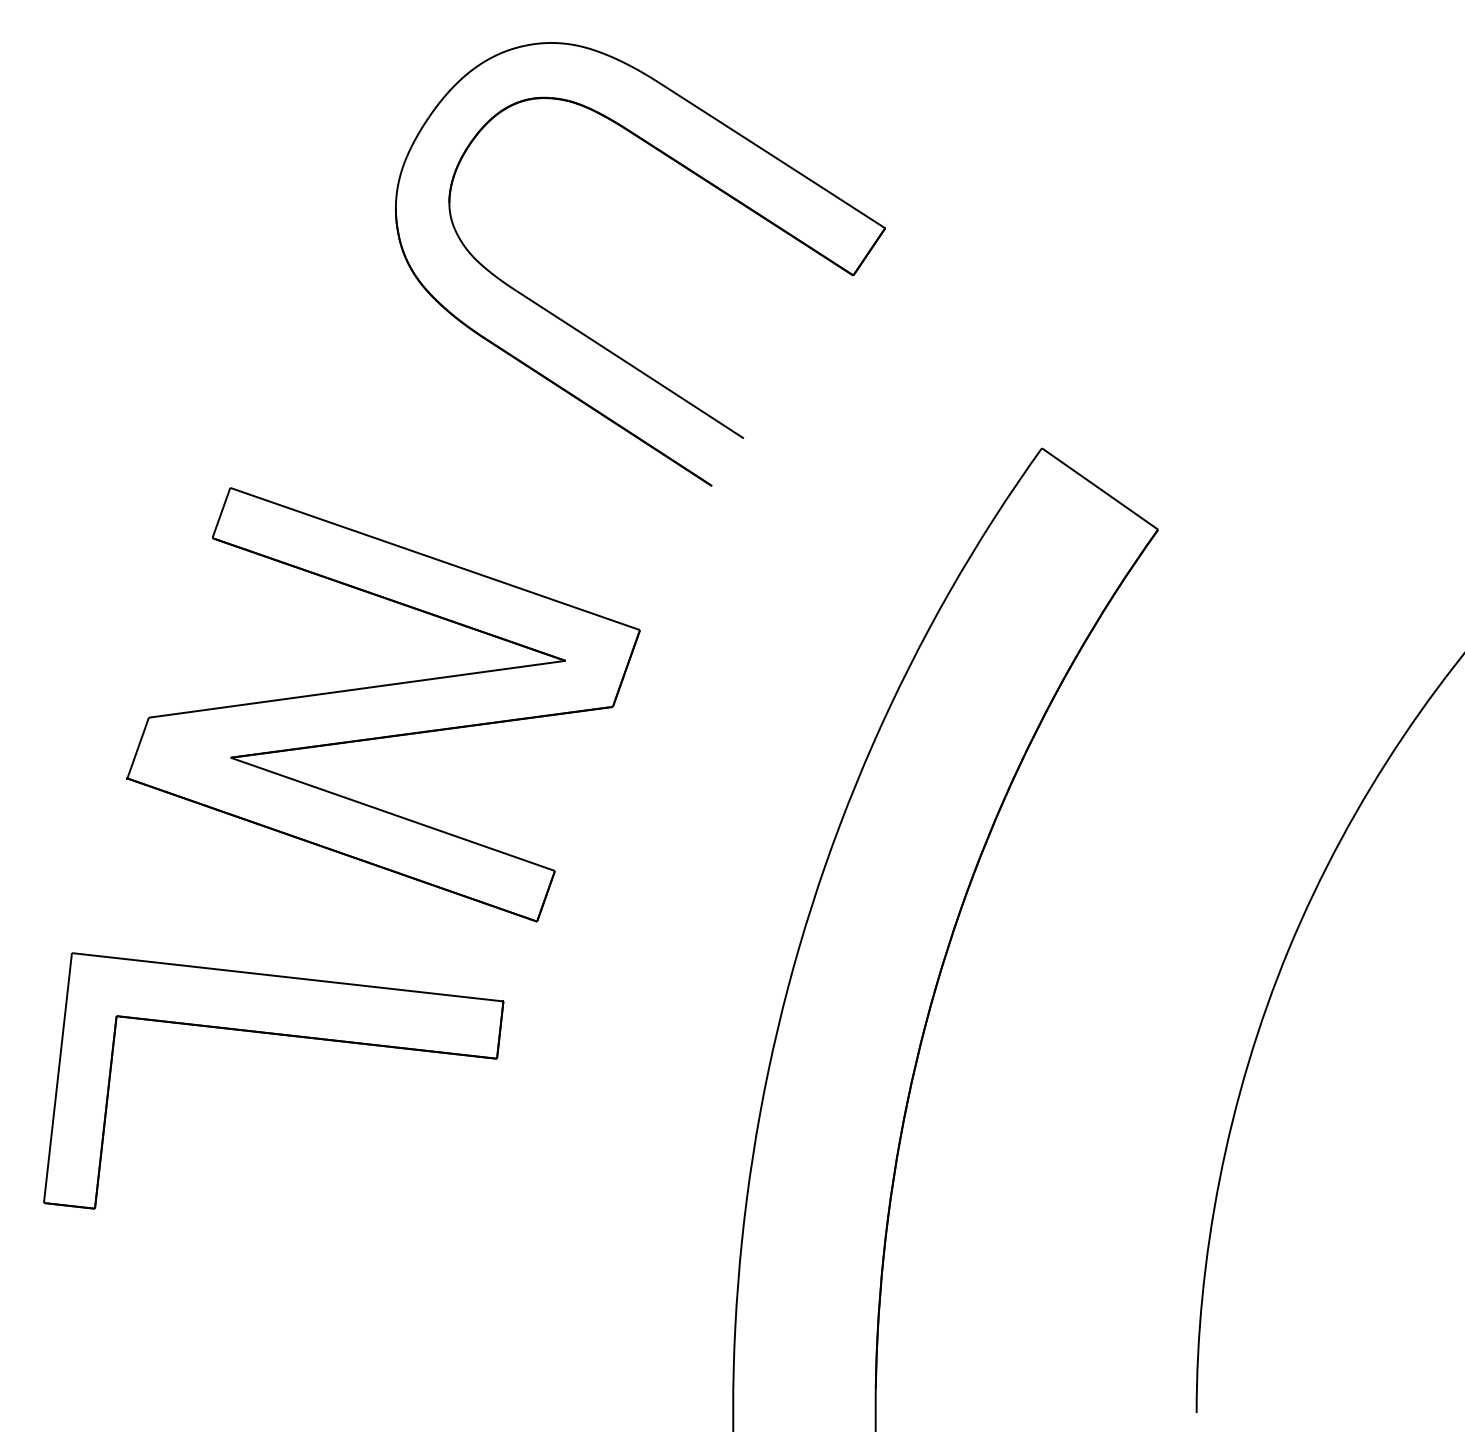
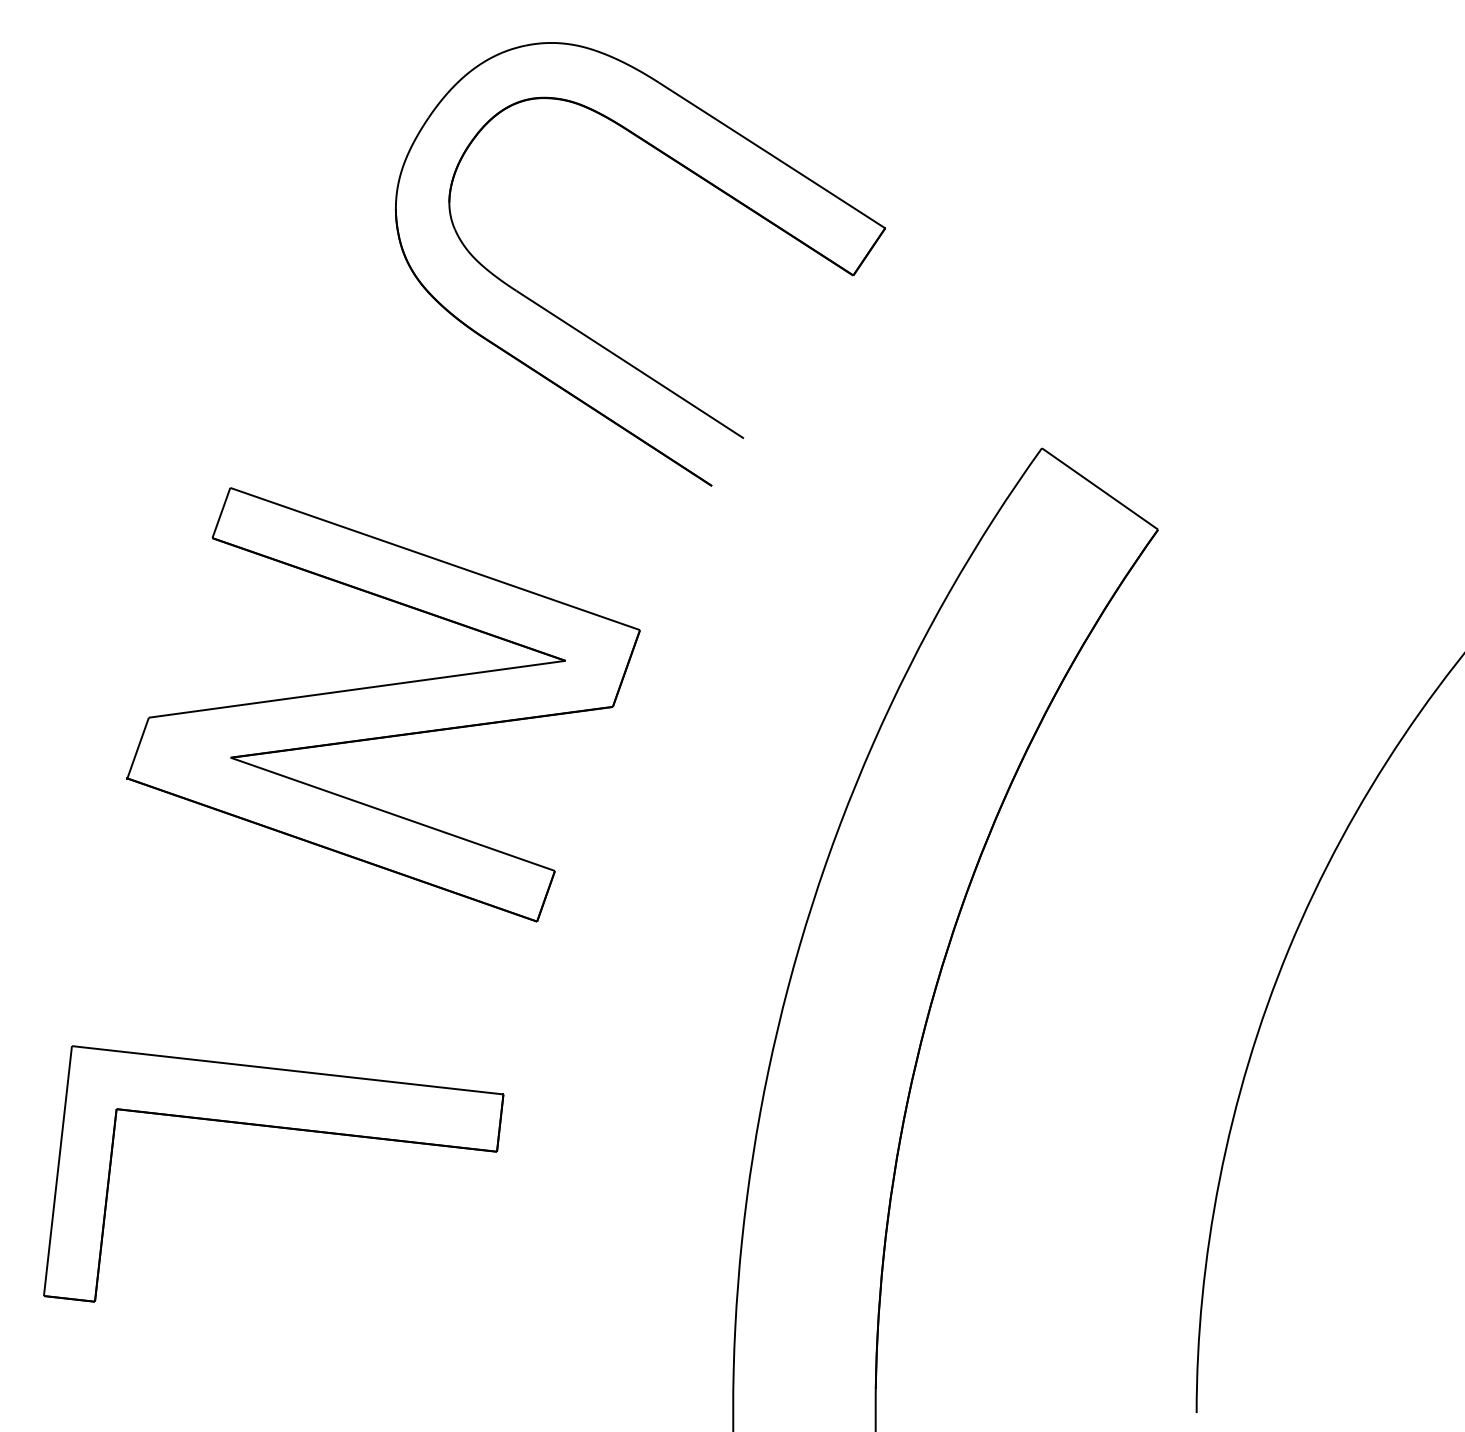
part at (277, 1035) position: (277, 1035) -> (277, 1128)
